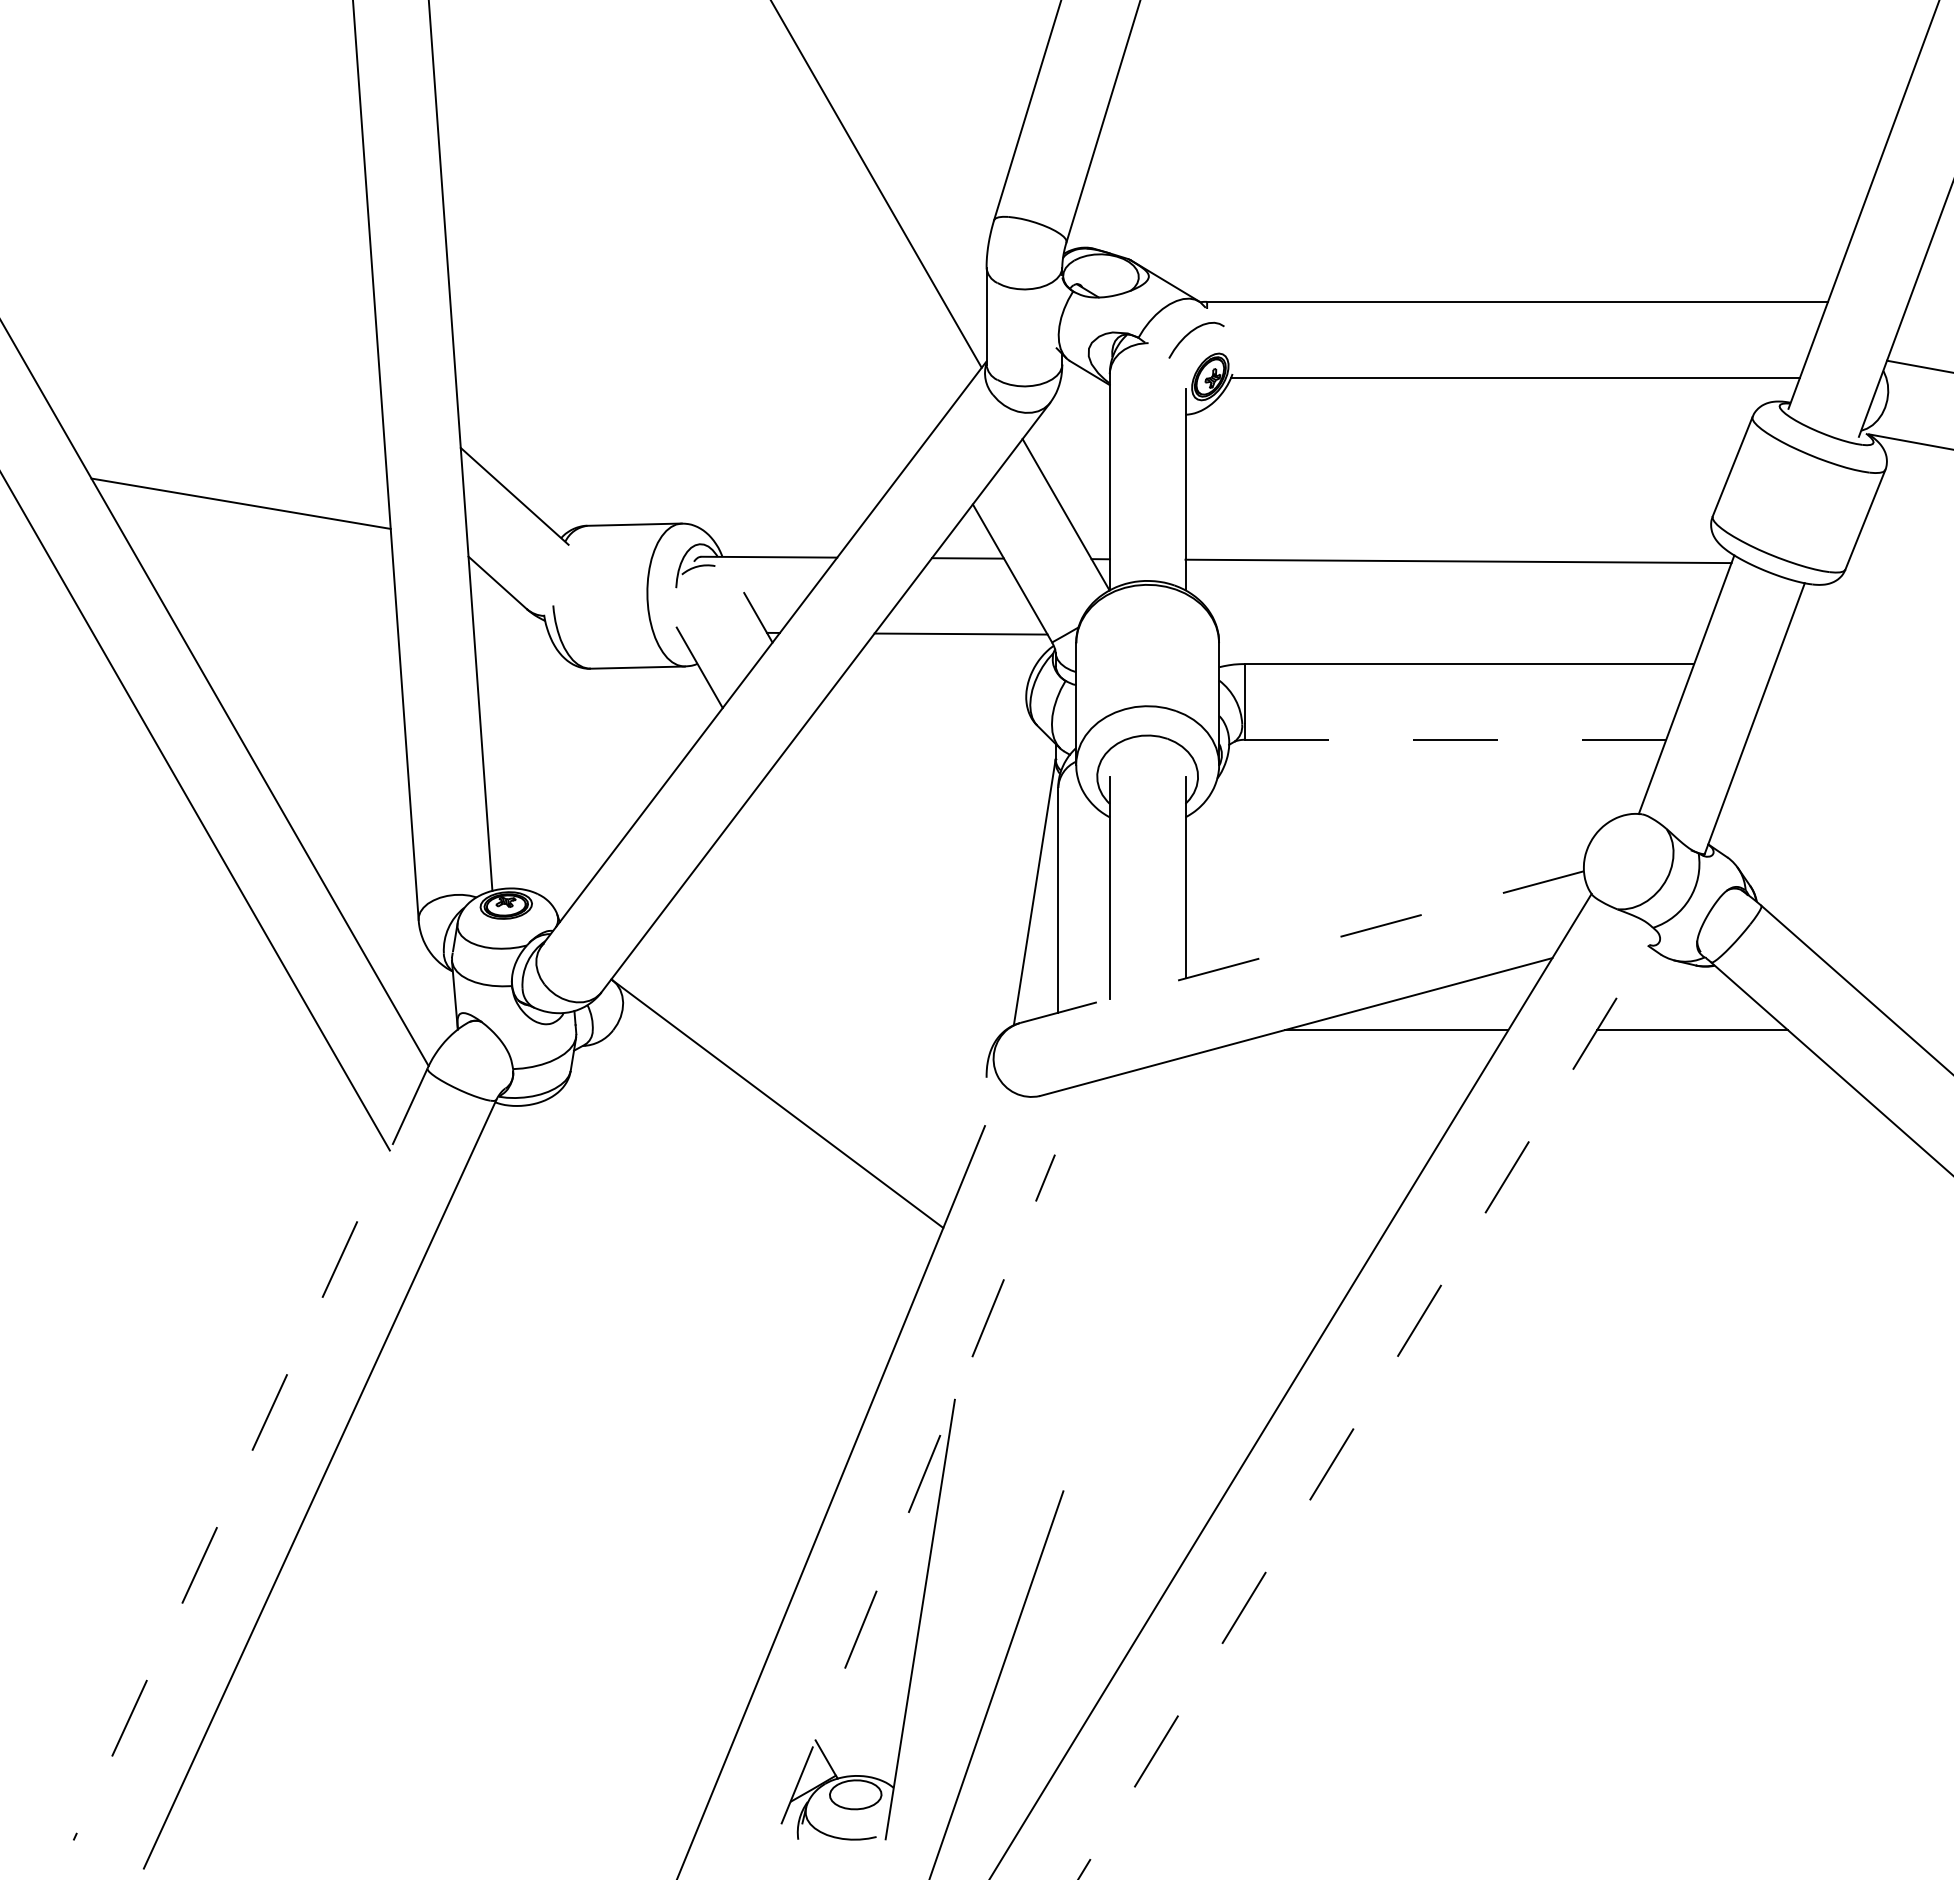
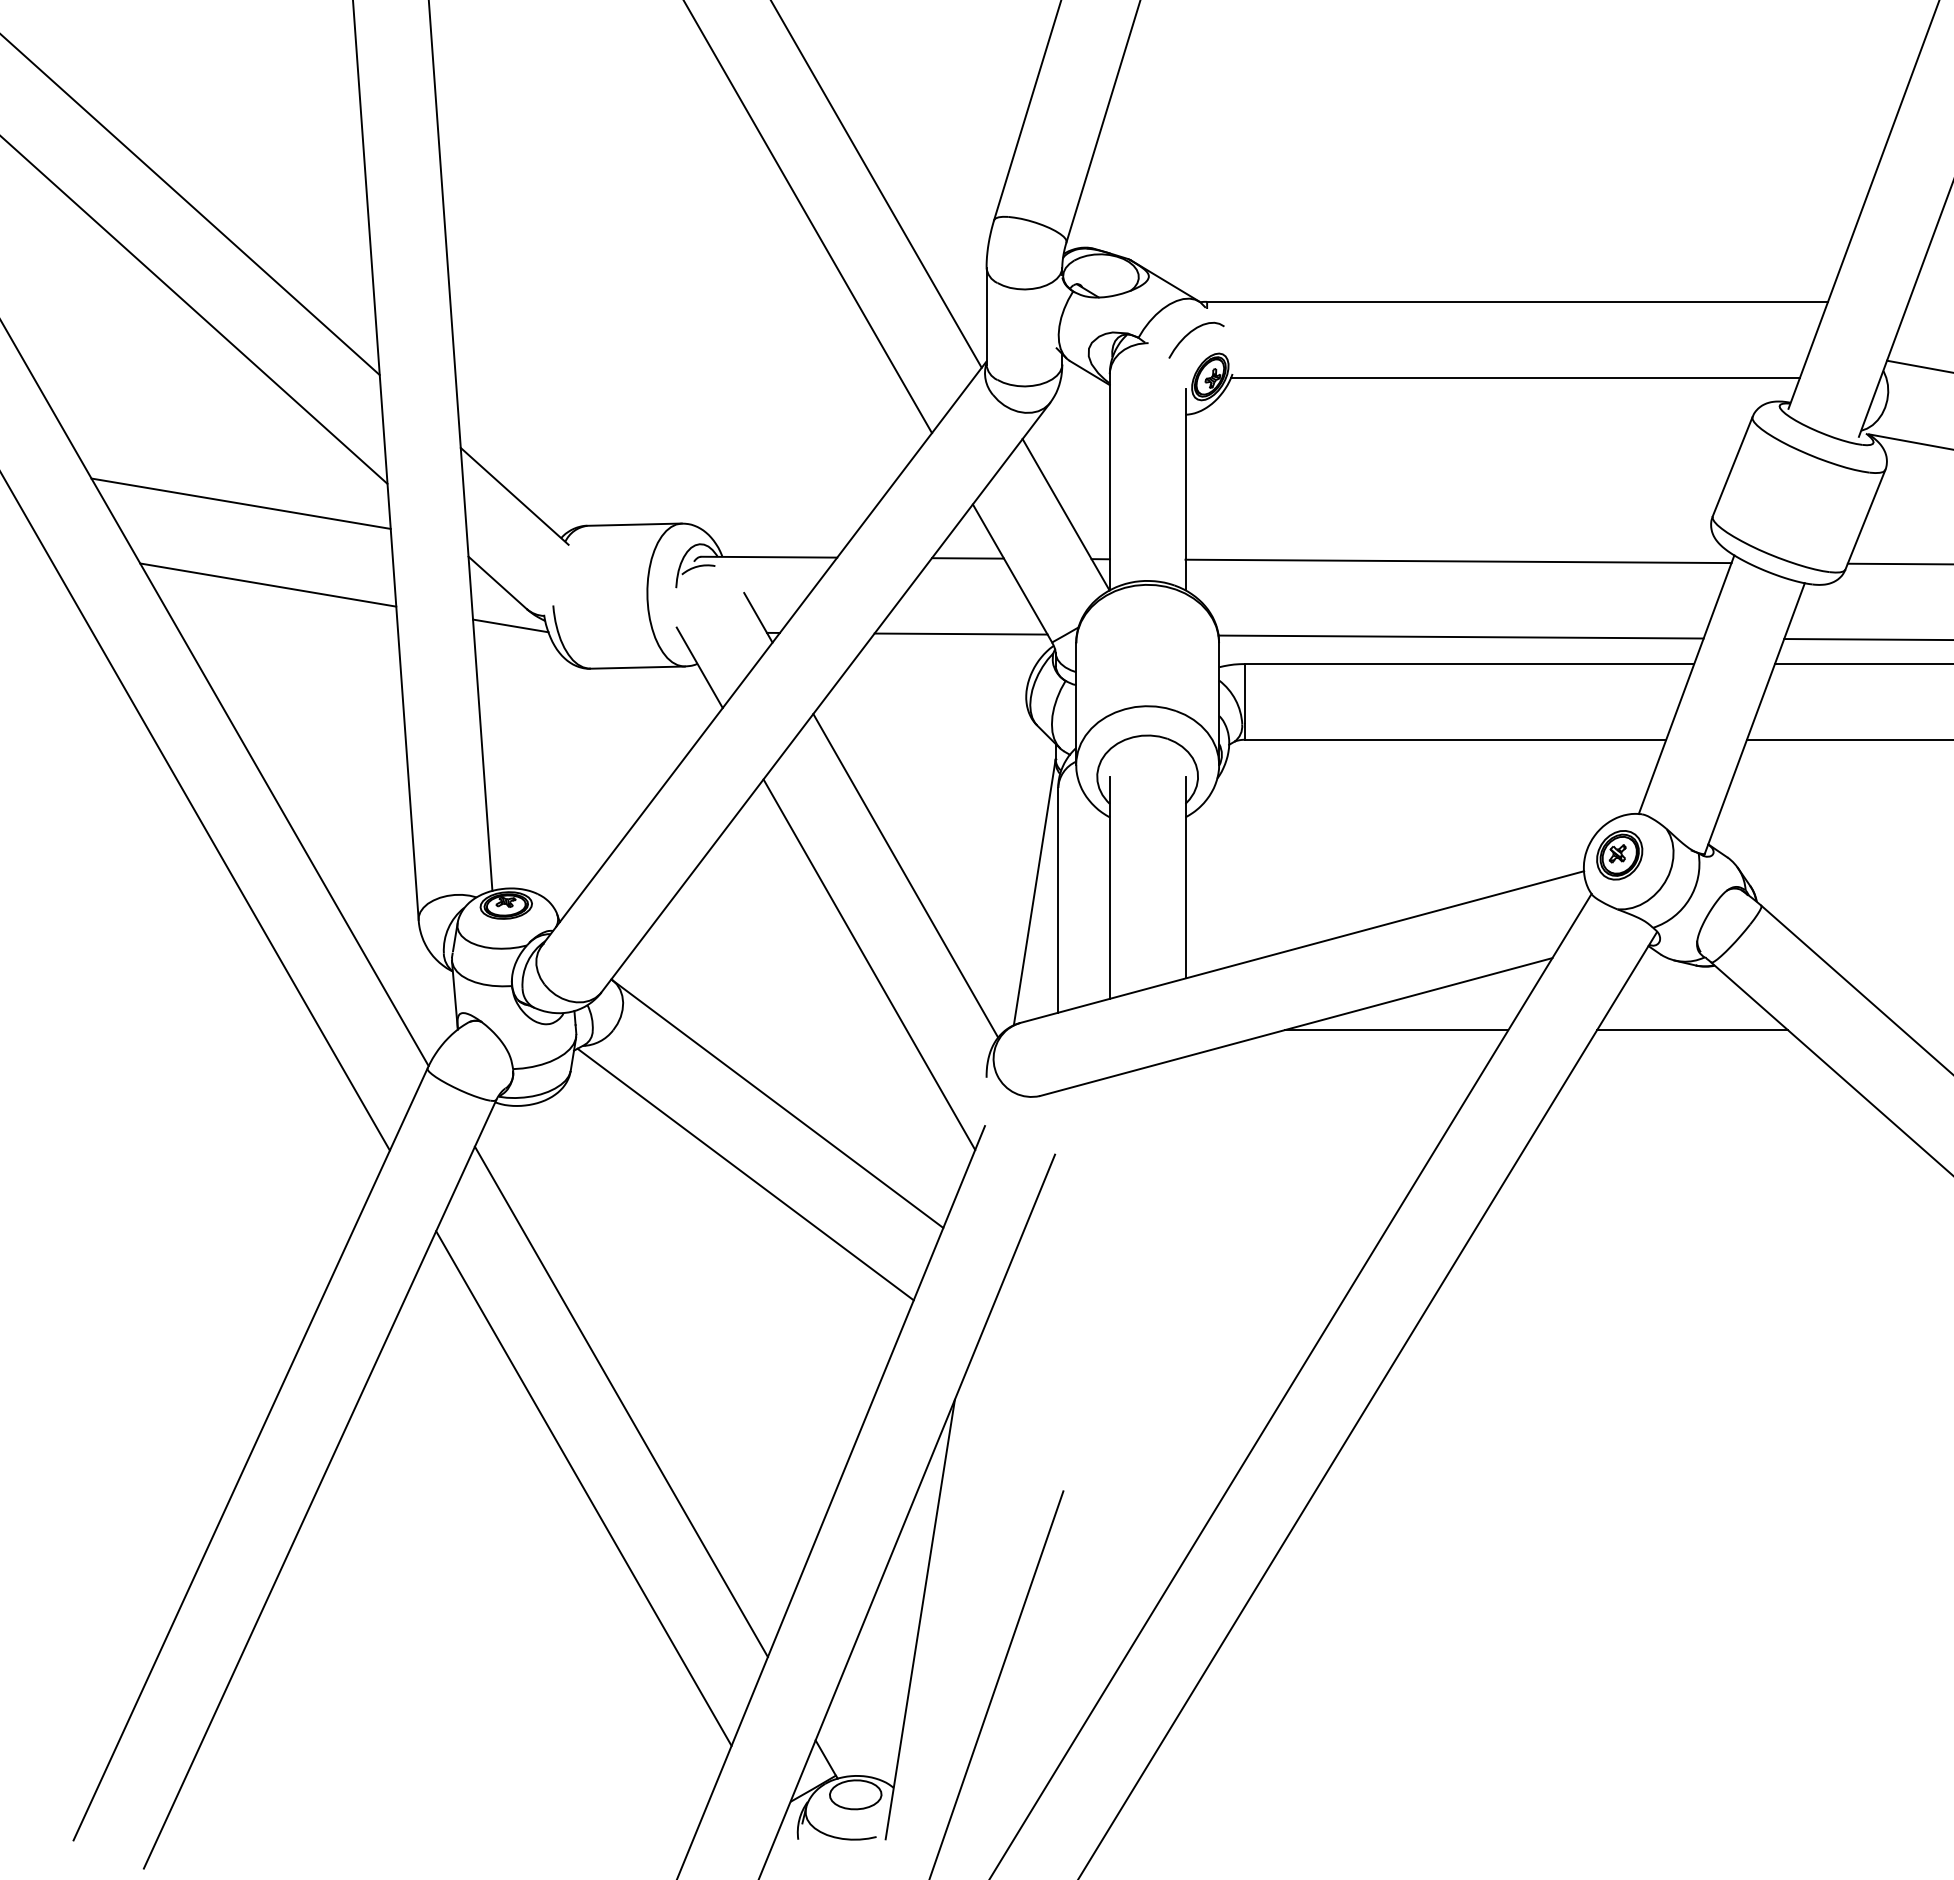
line at (190, 205): none -> present
line at (808, 217): none -> present
line at (194, 310): none -> present
line at (1898, 563): none -> present
line at (268, 584): none -> present
line at (510, 625): none -> present
line at (1460, 636): none -> present
line at (1867, 639): none -> present
line at (1862, 664): none -> present
line at (1455, 739): dashed -> solid
line at (1848, 739): none -> present
part at (1619, 855): none -> present
line at (905, 875): none -> present
line at (1302, 947): dashed -> solid
line at (869, 964): none -> present
line at (745, 1174): none -> present
line at (620, 1401): none -> present
line at (1367, 1405): dashed -> solid
line at (250, 1454): dashed -> solid
line at (583, 1488): none -> present
line at (906, 1517): dashed -> solid
